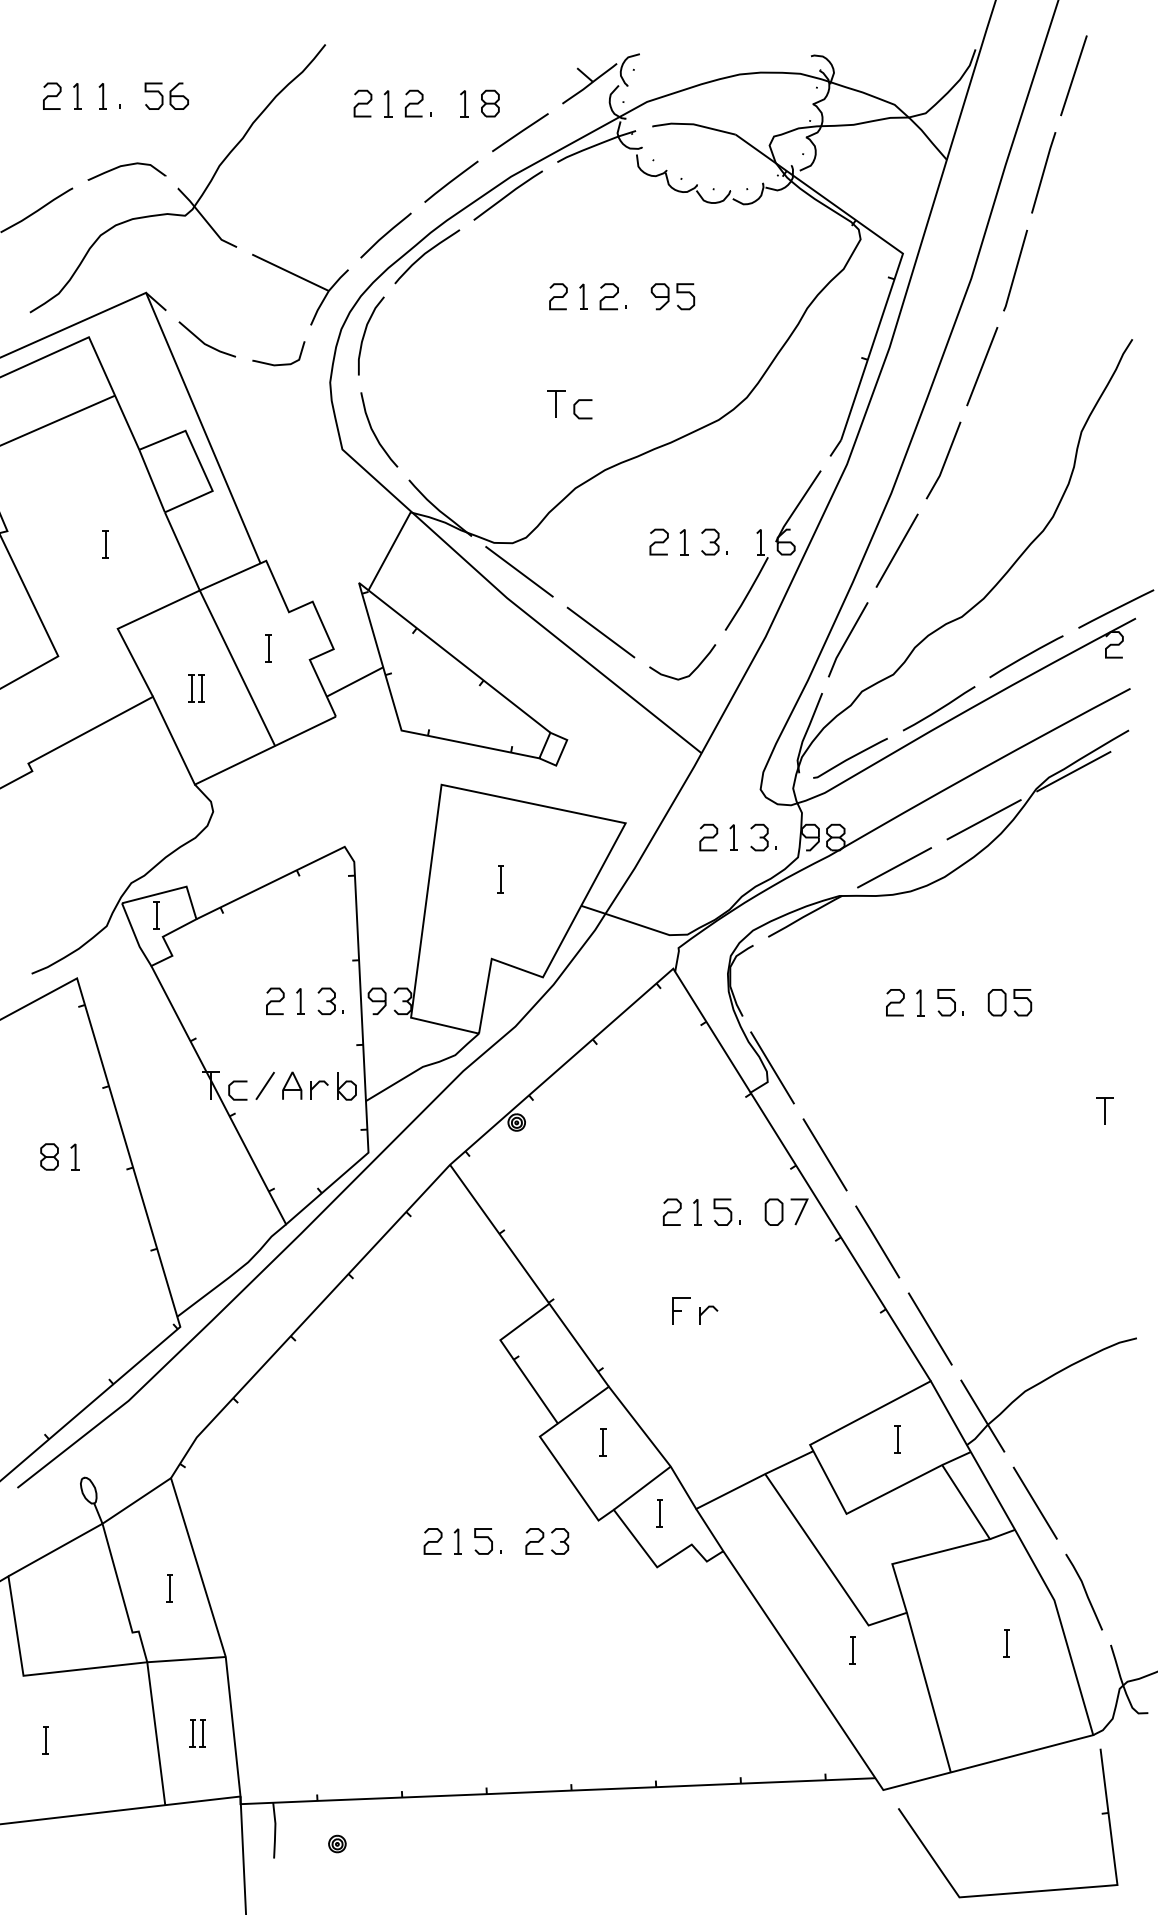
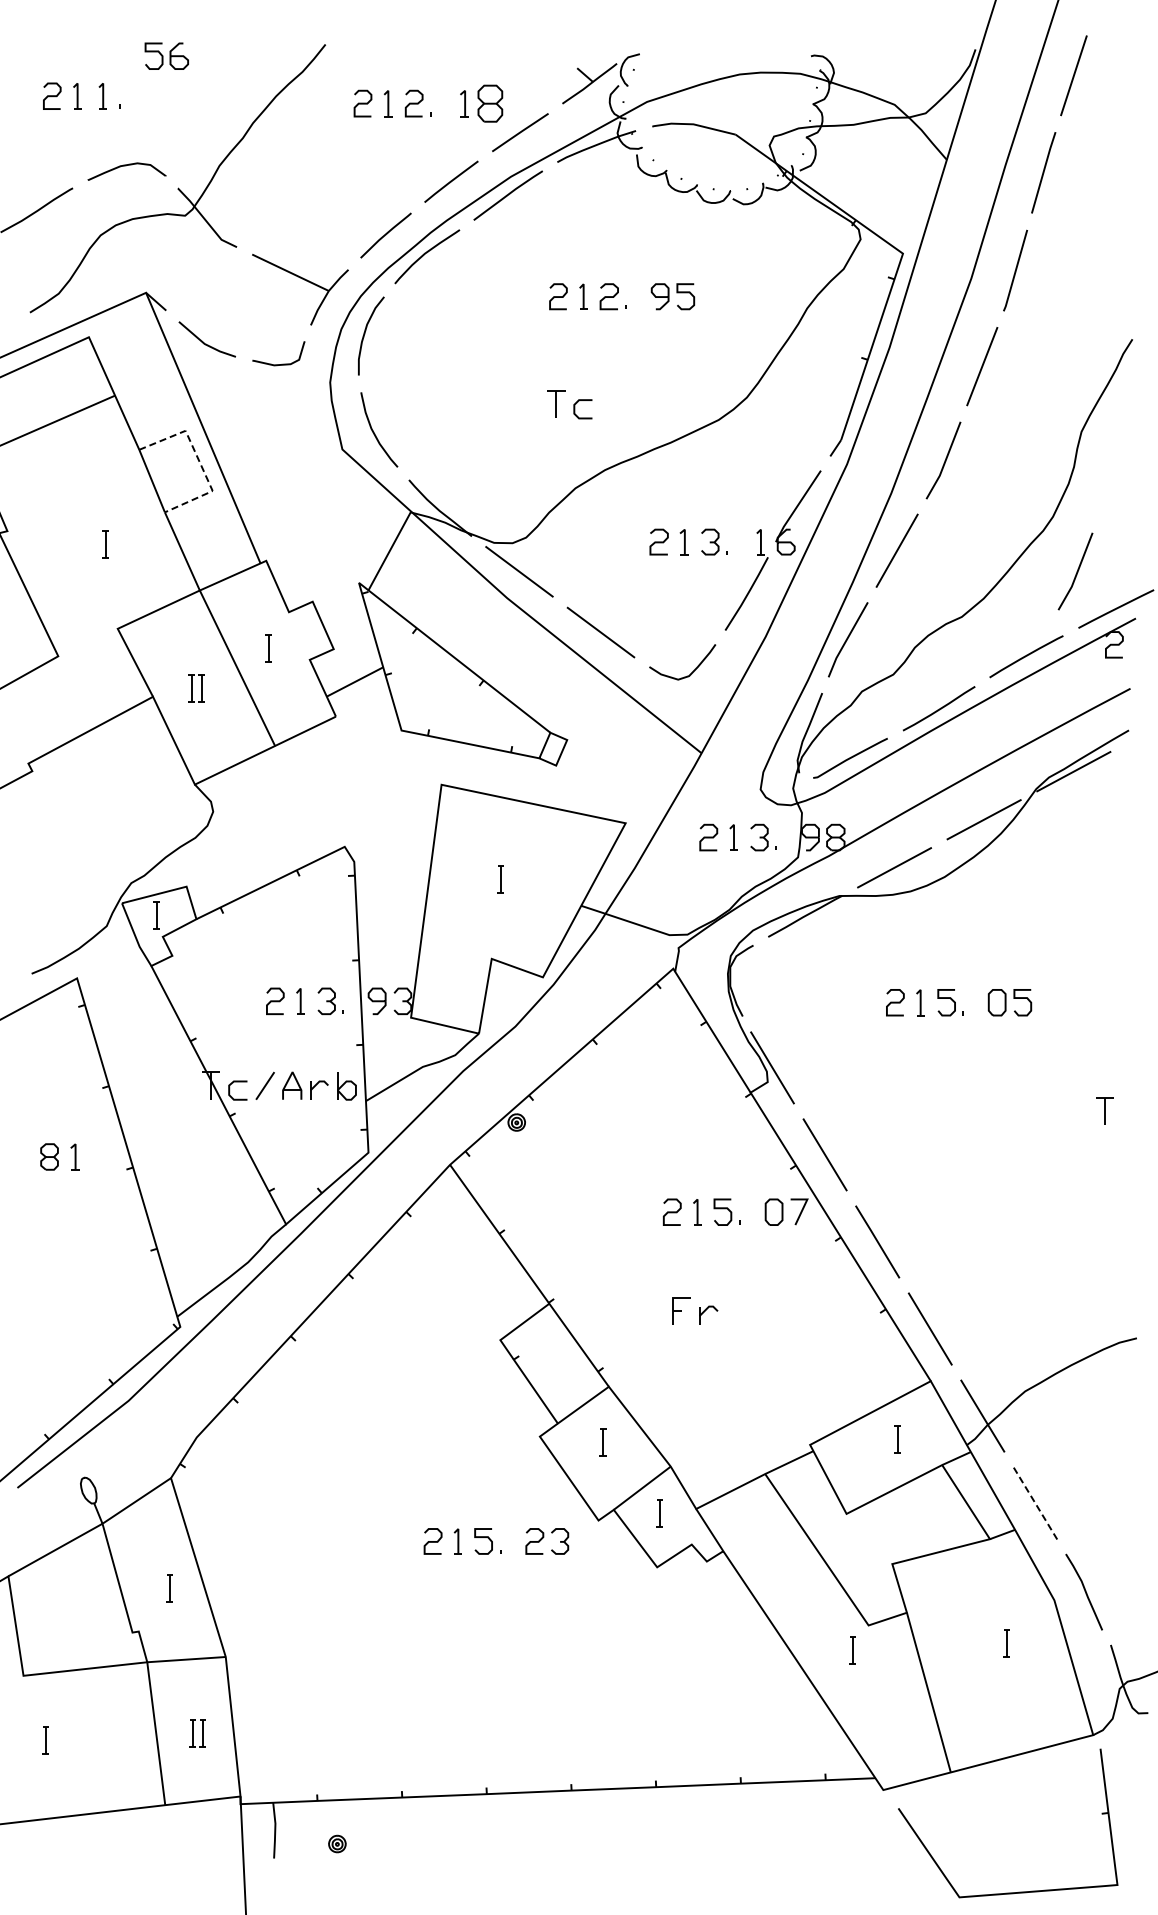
part at (166, 95) position: (166, 95) -> (166, 55)
part at (490, 103) size: 19x29 px -> 27x39 px
line at (199, 462): solid -> dashed
line at (1076, 571): none -> present
line at (1035, 1502): solid -> dashed
